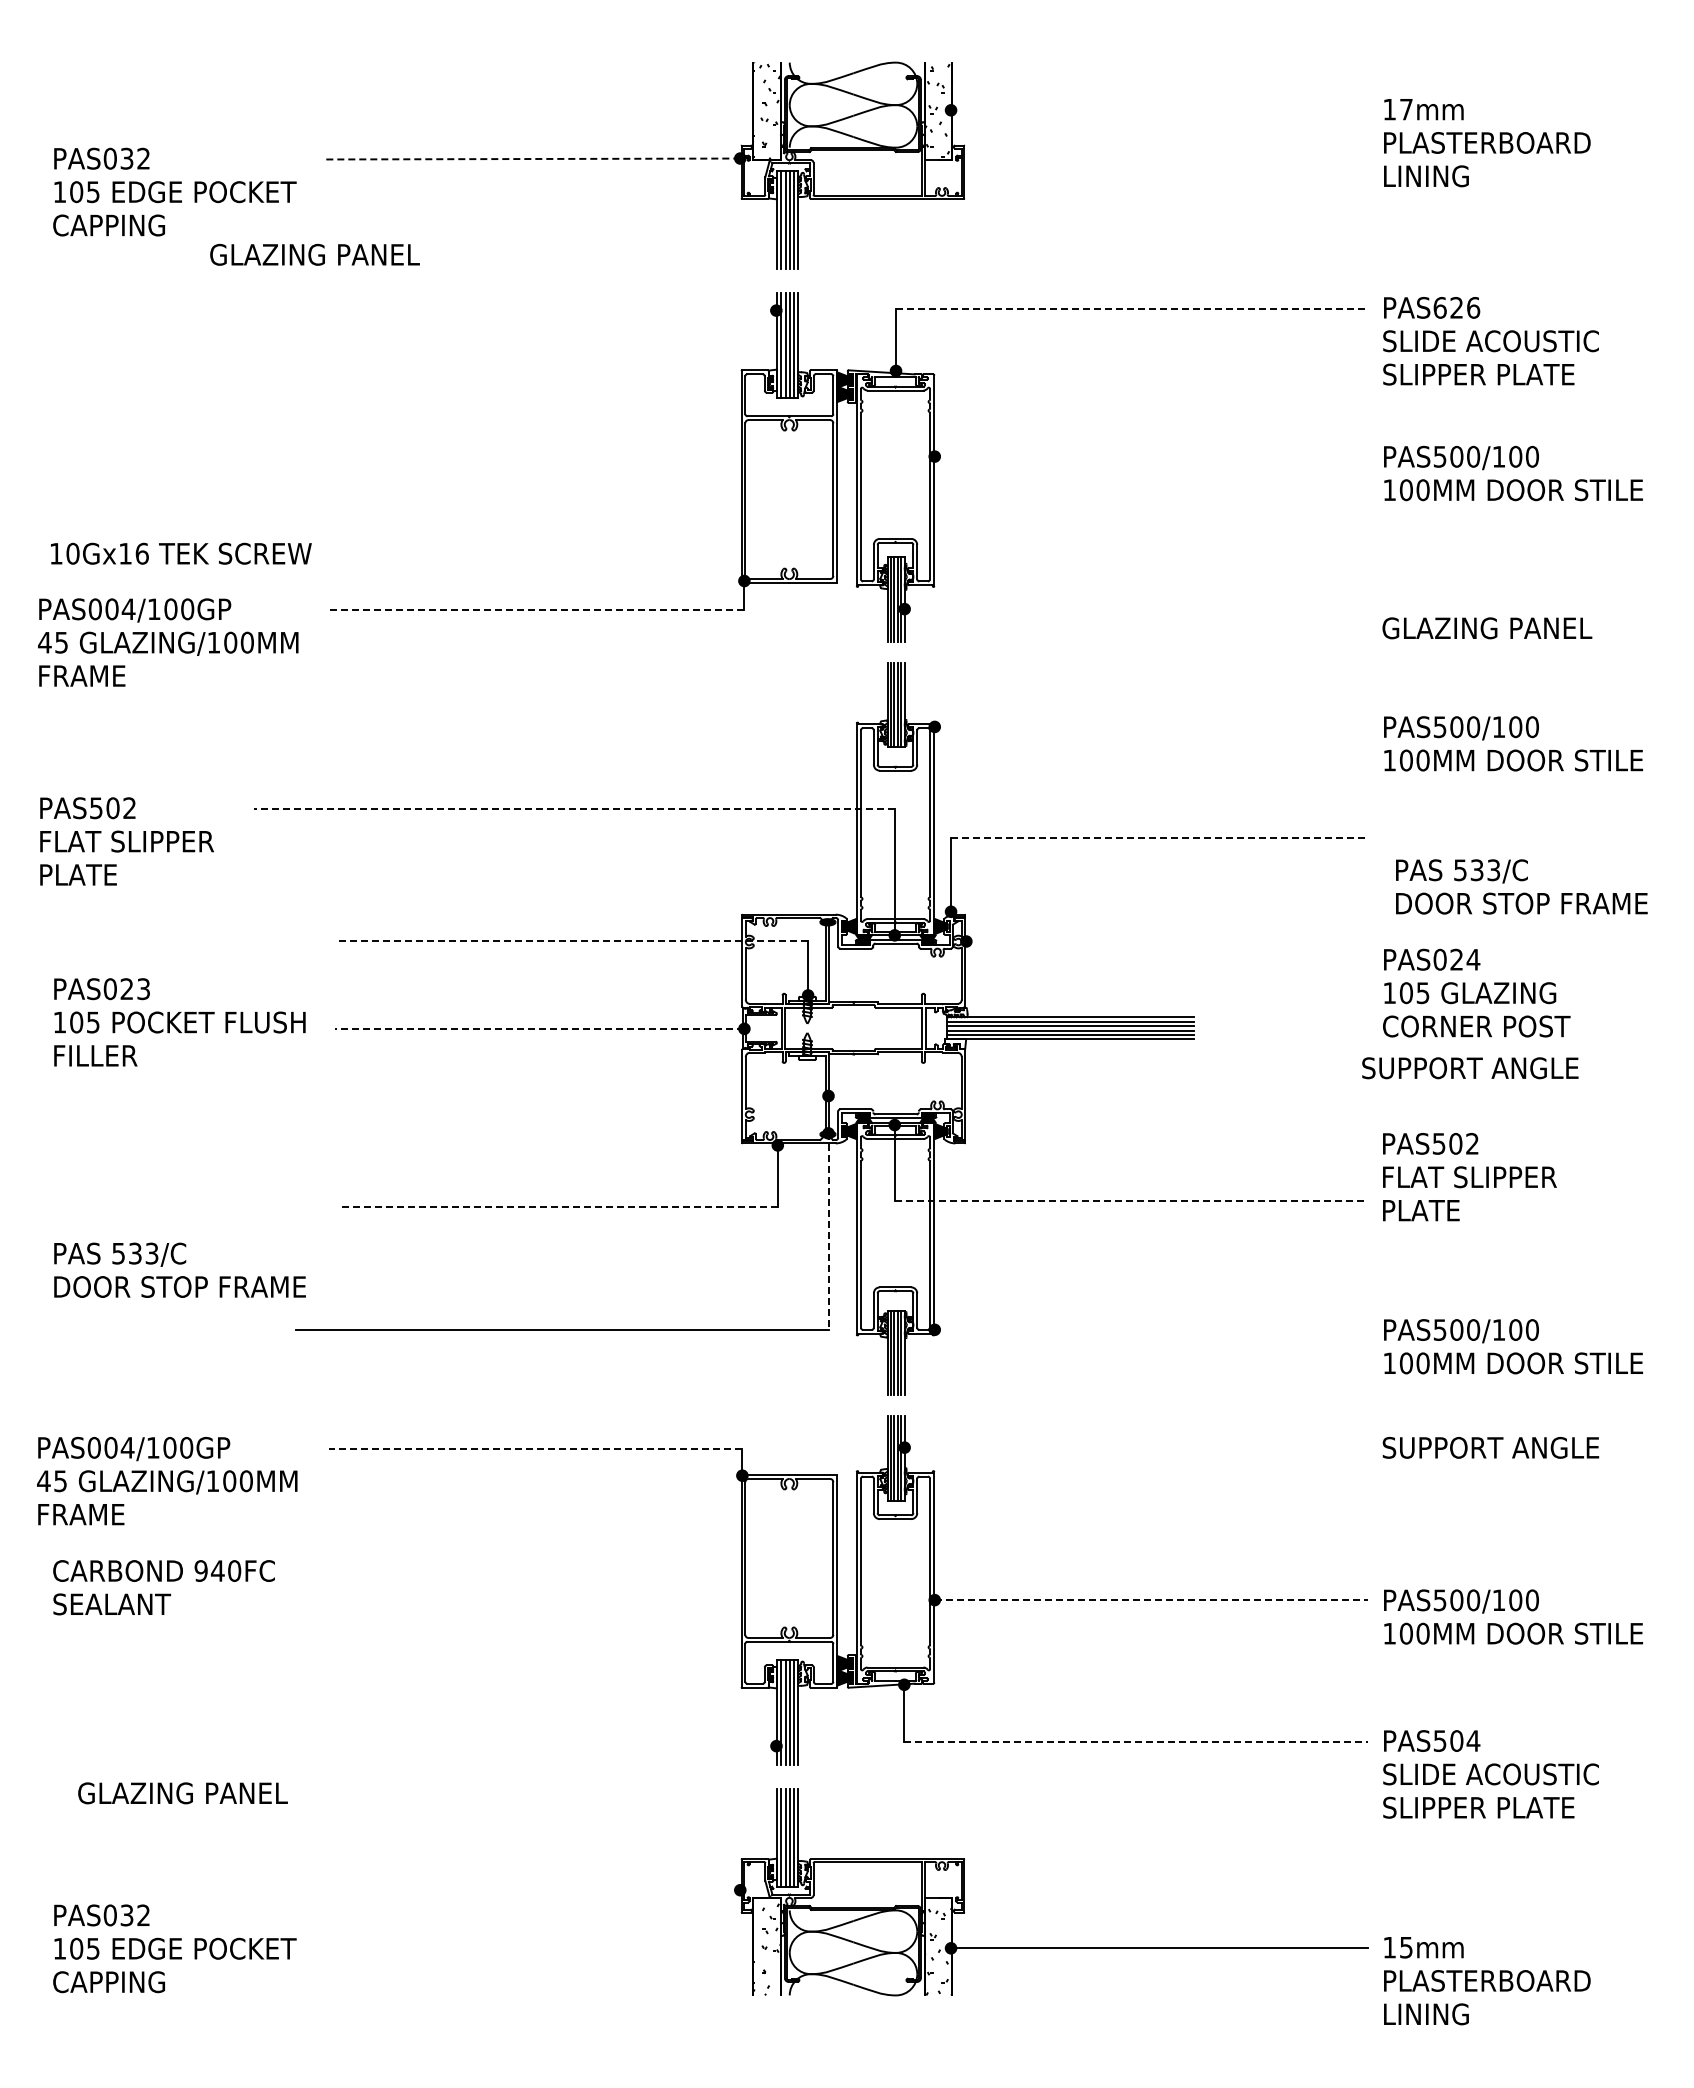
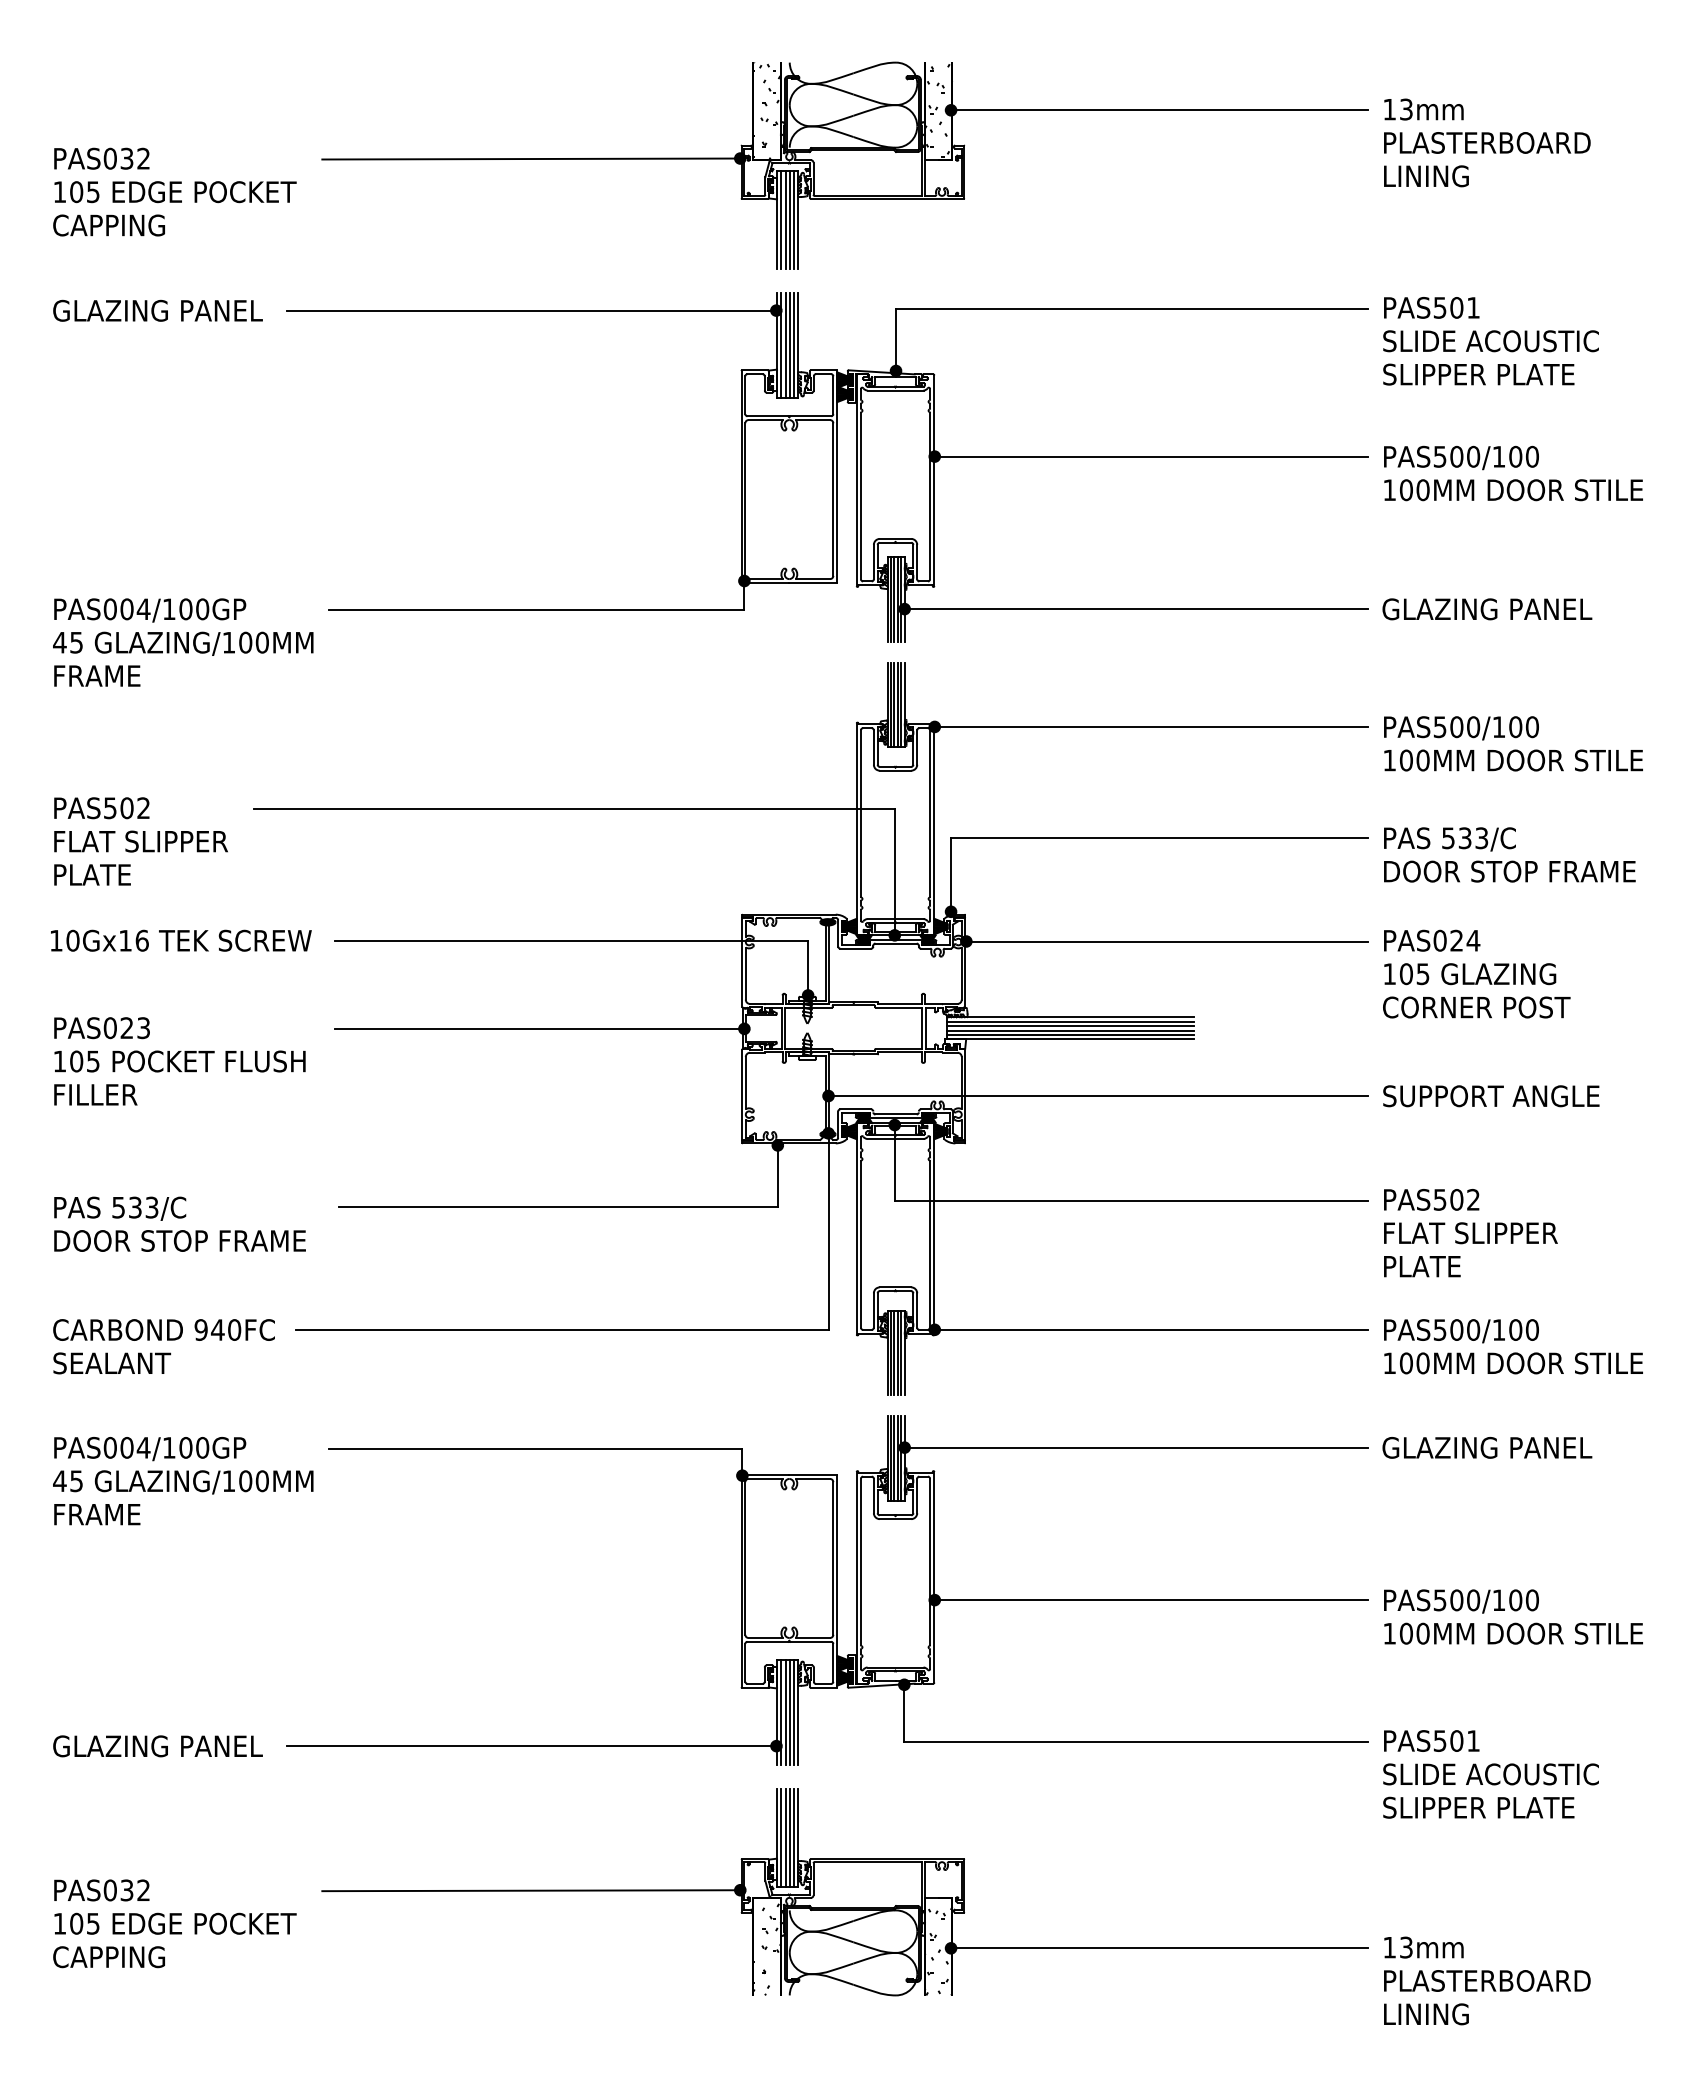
text at (1406, 109): 17mm -> 13mm
line at (1159, 110): none -> present
line at (531, 159): dashed -> solid
text at (314, 254) position: (314, 254) -> (157, 310)
text at (1456, 307): PAS626 -> PAS501
line at (1132, 308): dashed -> solid
line at (531, 310): none -> present
line at (1151, 456): none -> present
text at (181, 553) position: (181, 553) -> (181, 940)
line at (1135, 609): none -> present
line at (536, 610): dashed -> solid
text at (1487, 628) position: (1487, 628) -> (1487, 609)
text at (168, 642) position: (168, 642) -> (183, 642)
line at (1151, 726): none -> present
line at (574, 808): dashed -> solid
line at (1159, 838): dashed -> solid
text at (126, 841) position: (126, 841) -> (140, 841)
text at (1521, 886) position: (1521, 886) -> (1509, 854)
line at (571, 940): dashed -> solid
line at (1167, 941): none -> present
text at (1476, 992) position: (1476, 992) -> (1476, 973)
text at (179, 1022) position: (179, 1022) -> (179, 1061)
line at (539, 1028): dashed -> solid
text at (1470, 1068) position: (1470, 1068) -> (1491, 1096)
line at (1098, 1096): none -> present
text at (1469, 1177) position: (1469, 1177) -> (1470, 1233)
line at (1131, 1200): dashed -> solid
line at (558, 1207): dashed -> solid
line at (828, 1232): dashed -> solid
text at (179, 1269) position: (179, 1269) -> (179, 1223)
line at (1151, 1329): none -> present
line at (1135, 1447): none -> present
text at (1490, 1447): SUPPORT ANGLE -> GLAZING PANEL
line at (535, 1448): dashed -> solid
text at (167, 1481) position: (167, 1481) -> (183, 1481)
text at (163, 1587) position: (163, 1587) -> (163, 1346)
line at (1151, 1600): dashed -> solid
text at (1473, 1740): PAS504 -> PAS501
line at (1136, 1741): dashed -> solid
line at (531, 1746): none -> present
text at (182, 1793) position: (182, 1793) -> (157, 1746)
line at (531, 1890): none -> present
text at (1406, 1946): 15mm -> 13mm
text at (174, 1948) position: (174, 1948) -> (174, 1923)
